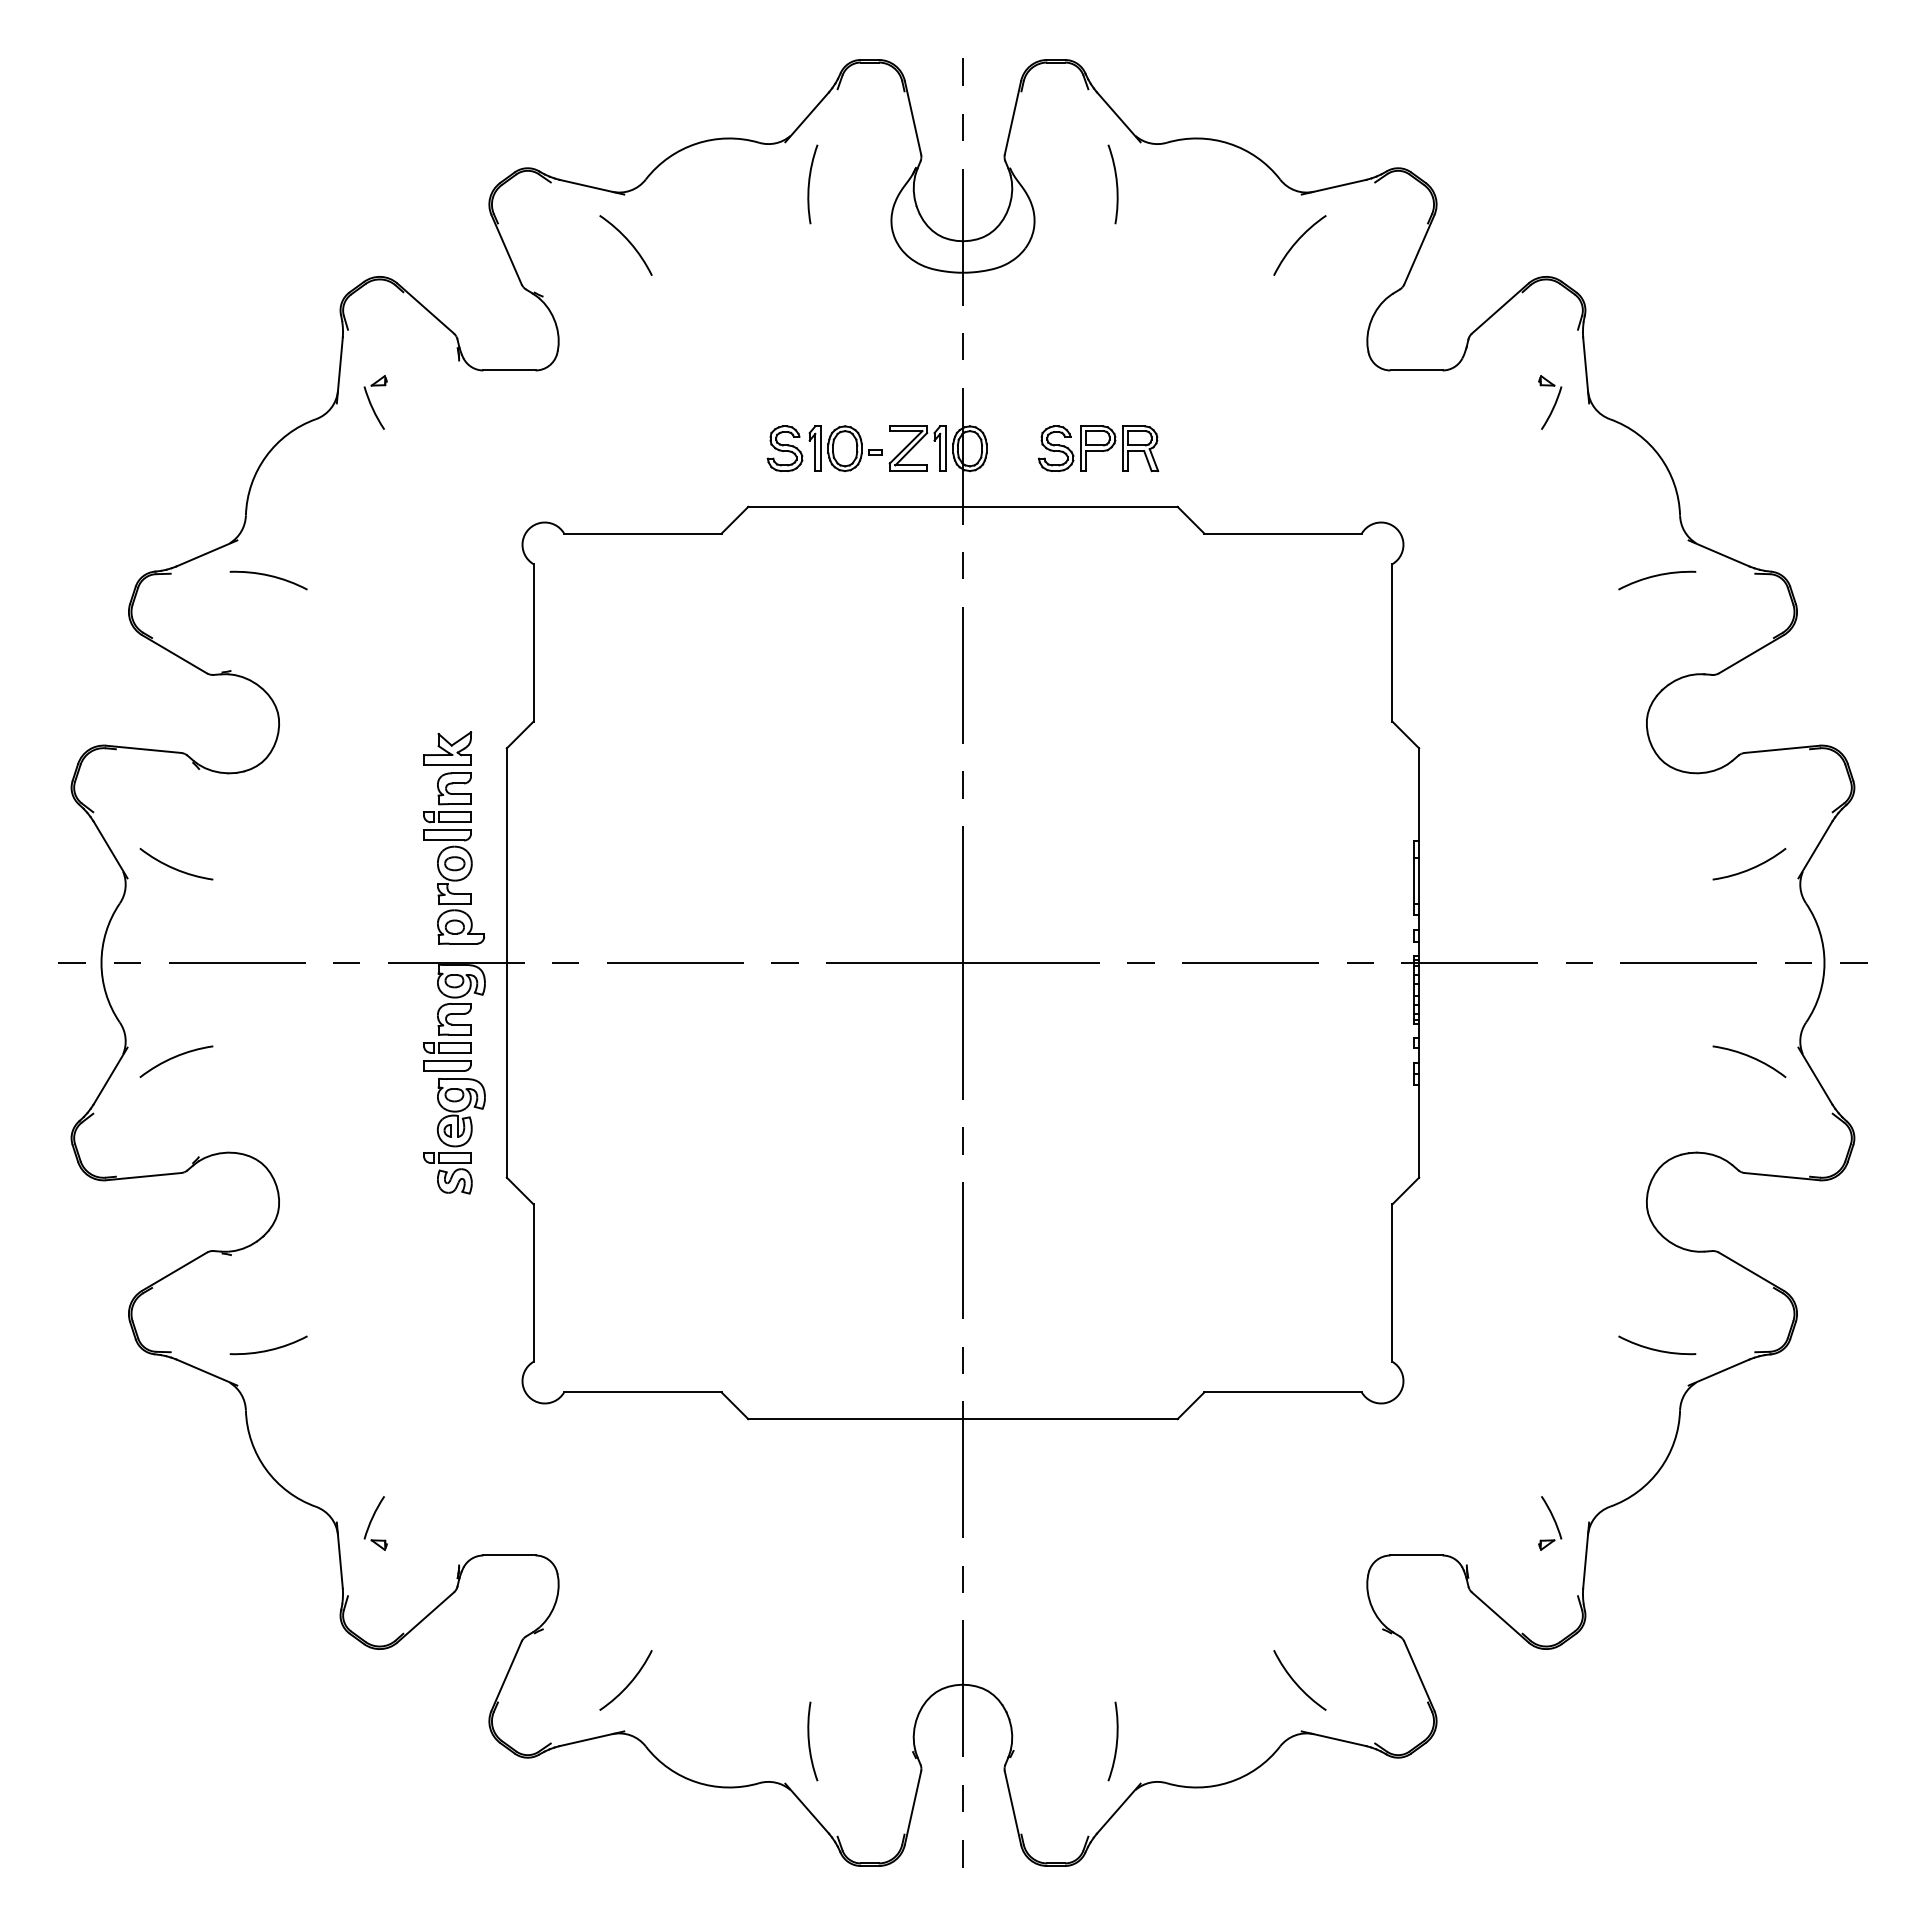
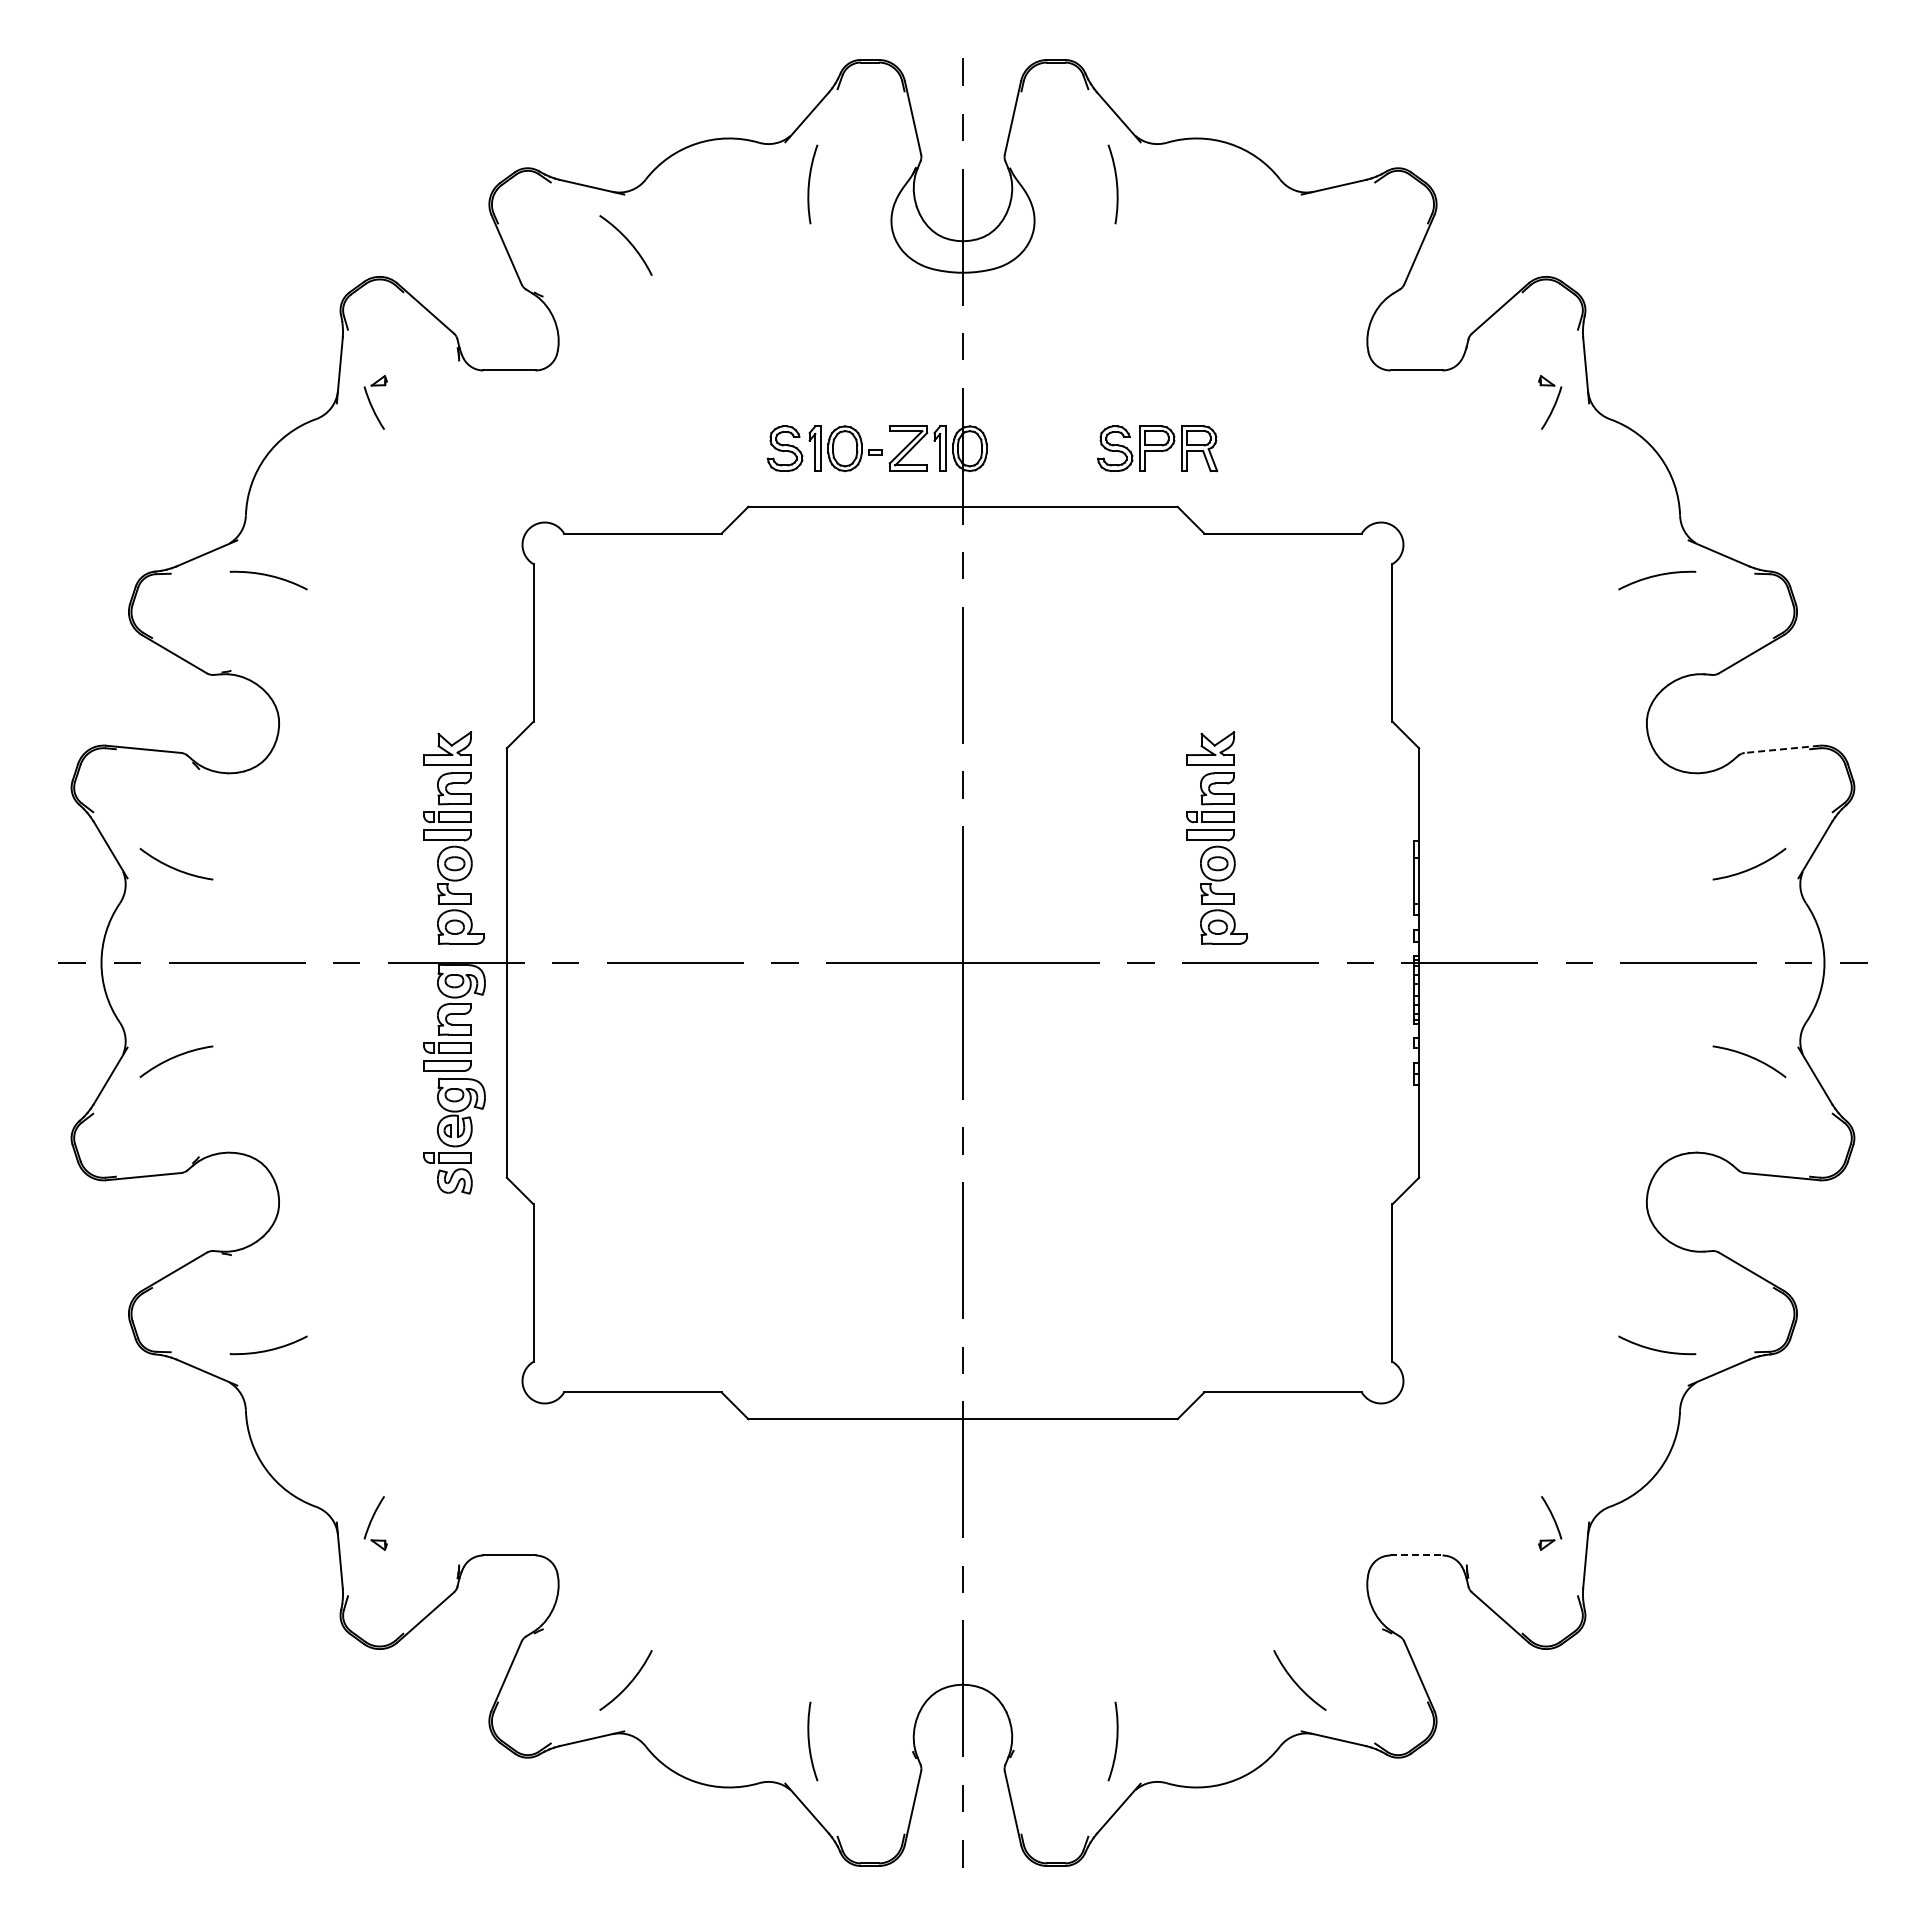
arc at (1297, 242): present -> none
part at (1098, 448) position: (1098, 448) -> (1157, 448)
line at (1782, 749): solid -> dashed
part at (1217, 837): none -> present
line at (1417, 1555): solid -> dashed
